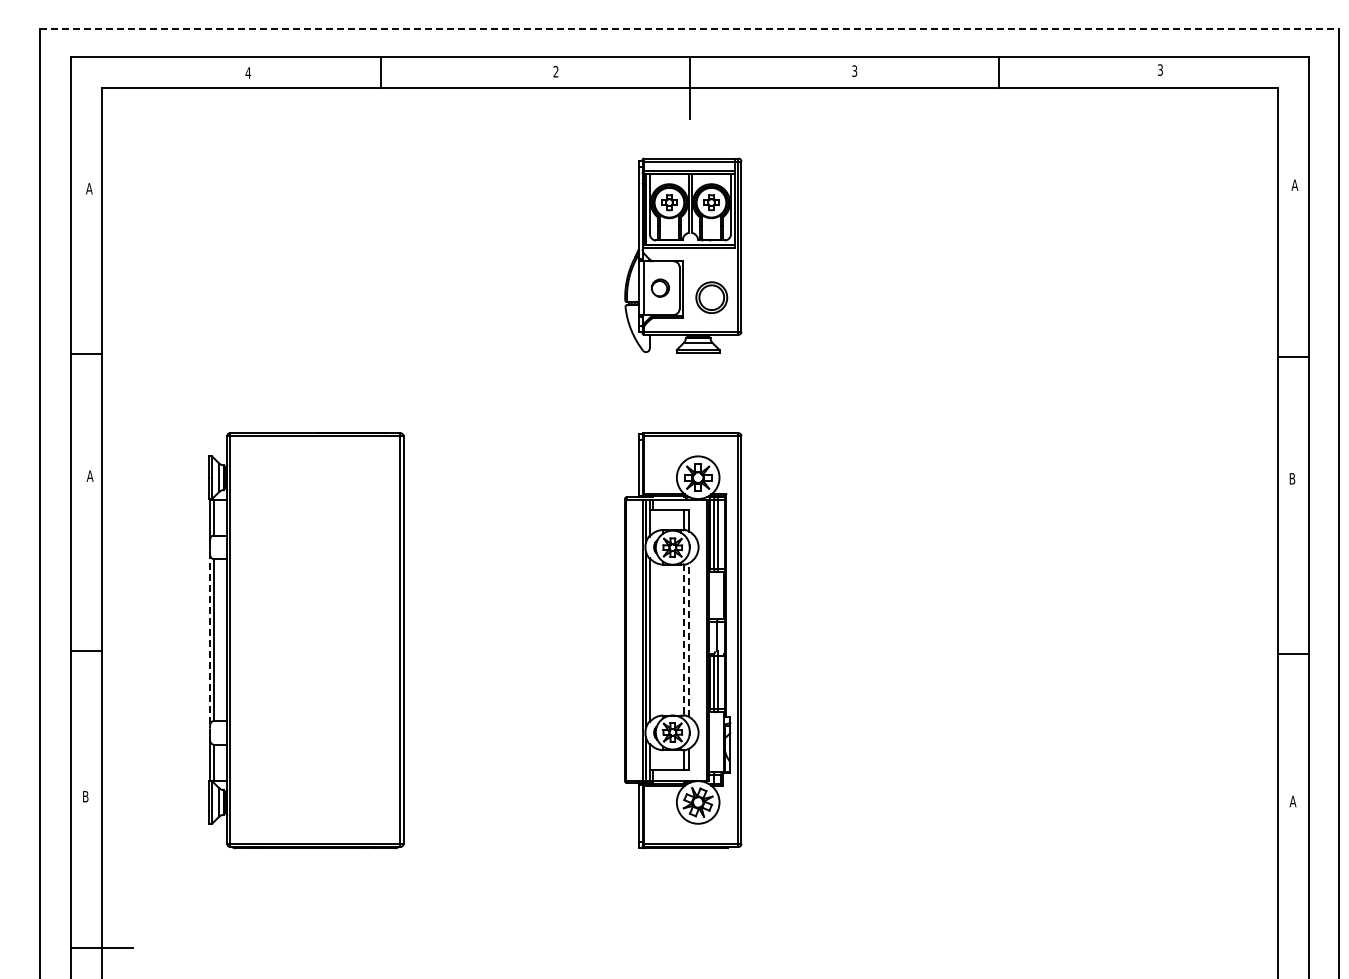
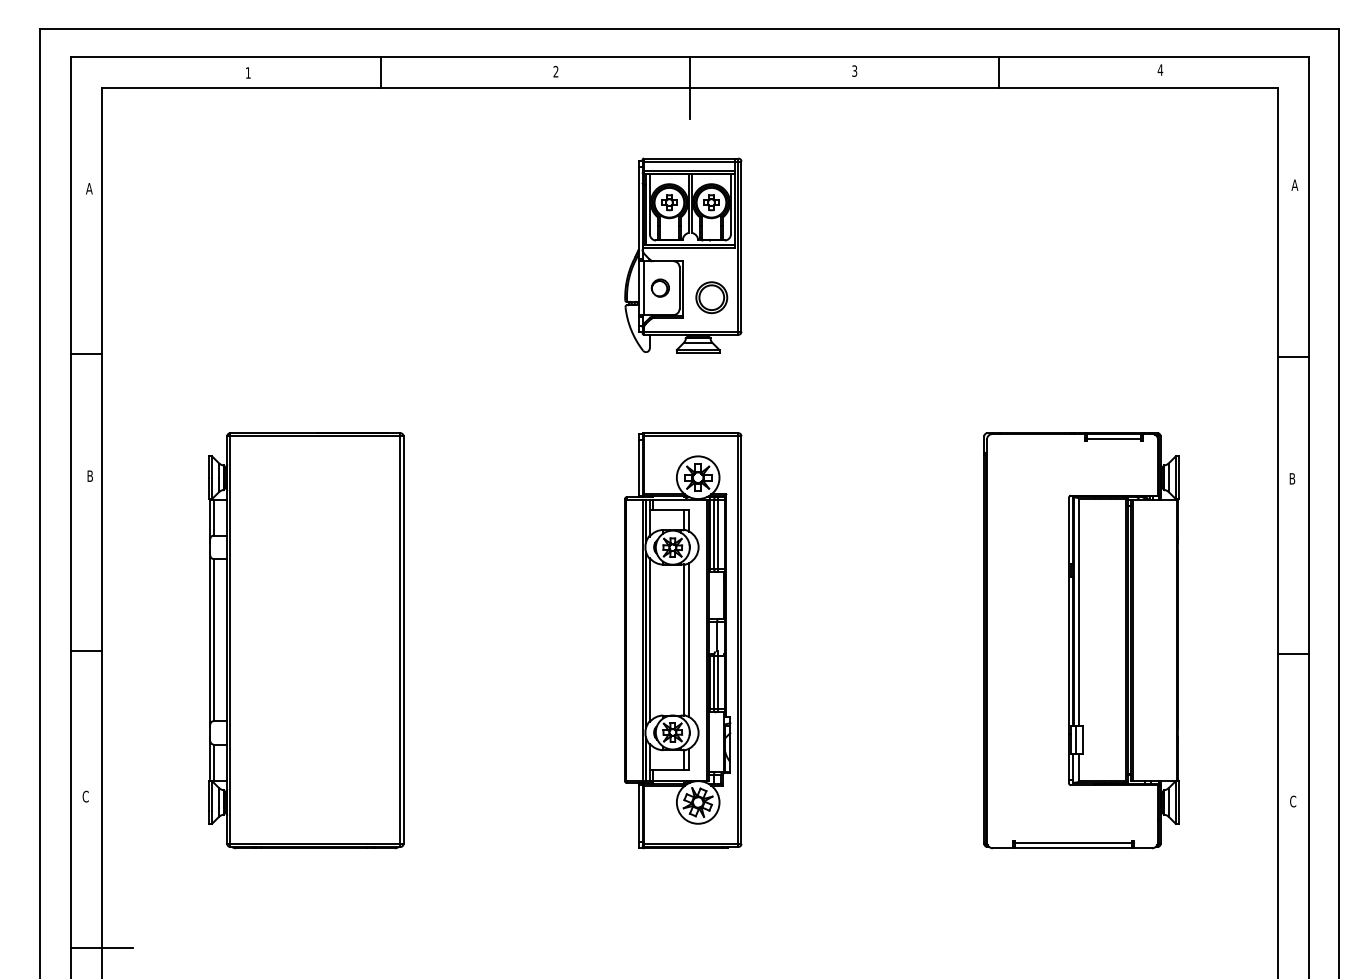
line at (690, 29): dashed -> solid
text at (1160, 69): 3 -> 4
text at (248, 72): 4 -> 1
text at (89, 475): A -> B
line at (689, 639): dashed -> solid
line at (209, 640): dashed -> solid
line at (683, 640): dashed -> solid
part at (1081, 640): none -> present
text at (85, 796): B -> C
text at (1292, 801): A -> C
